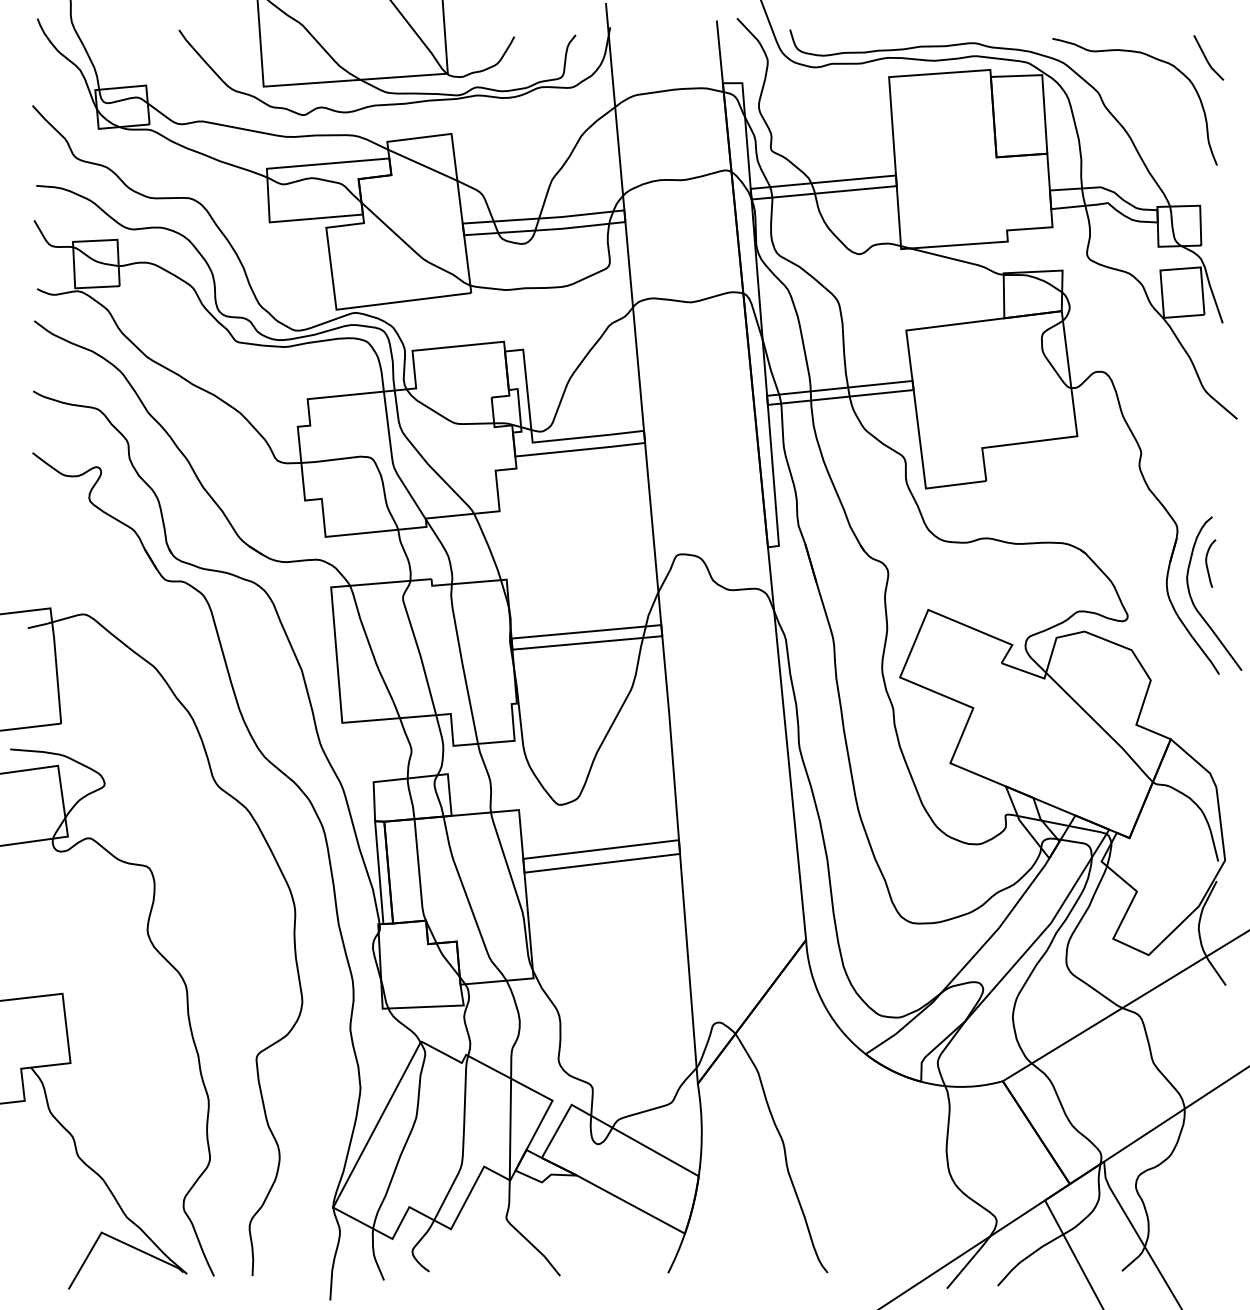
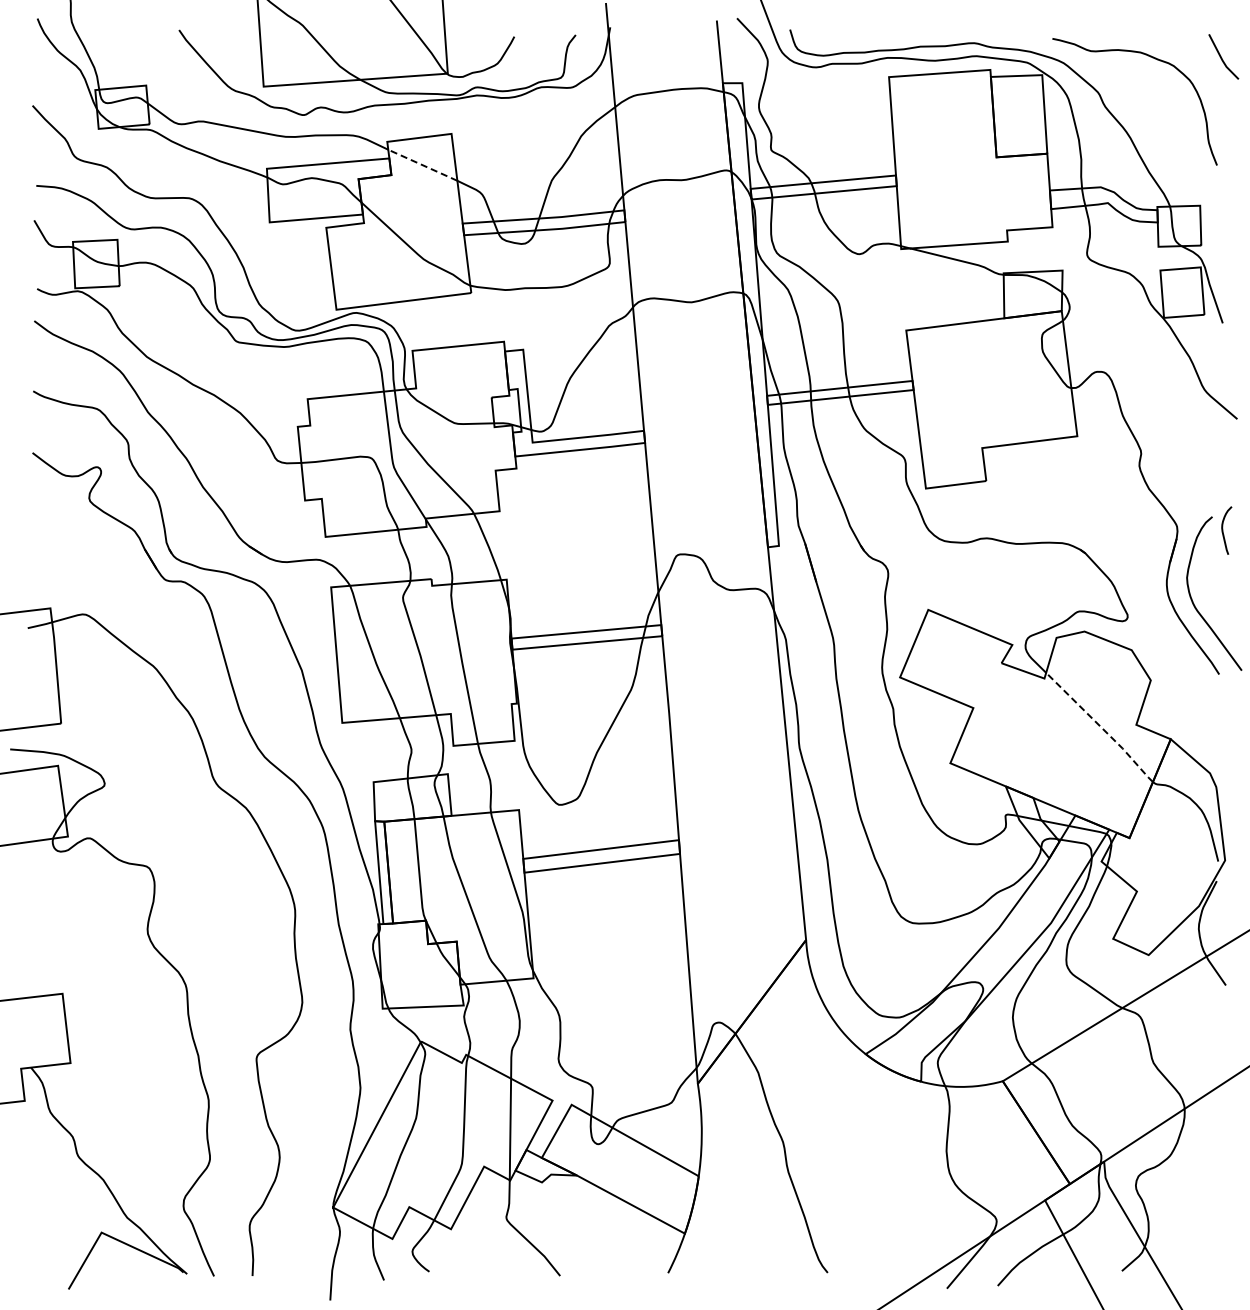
line at (1206, 57) position: (1206, 57) -> (1221, 56)
line at (422, 165): solid -> dashed
curve at (1207, 563) position: (1207, 563) -> (1223, 530)
line at (1101, 727): solid -> dashed
